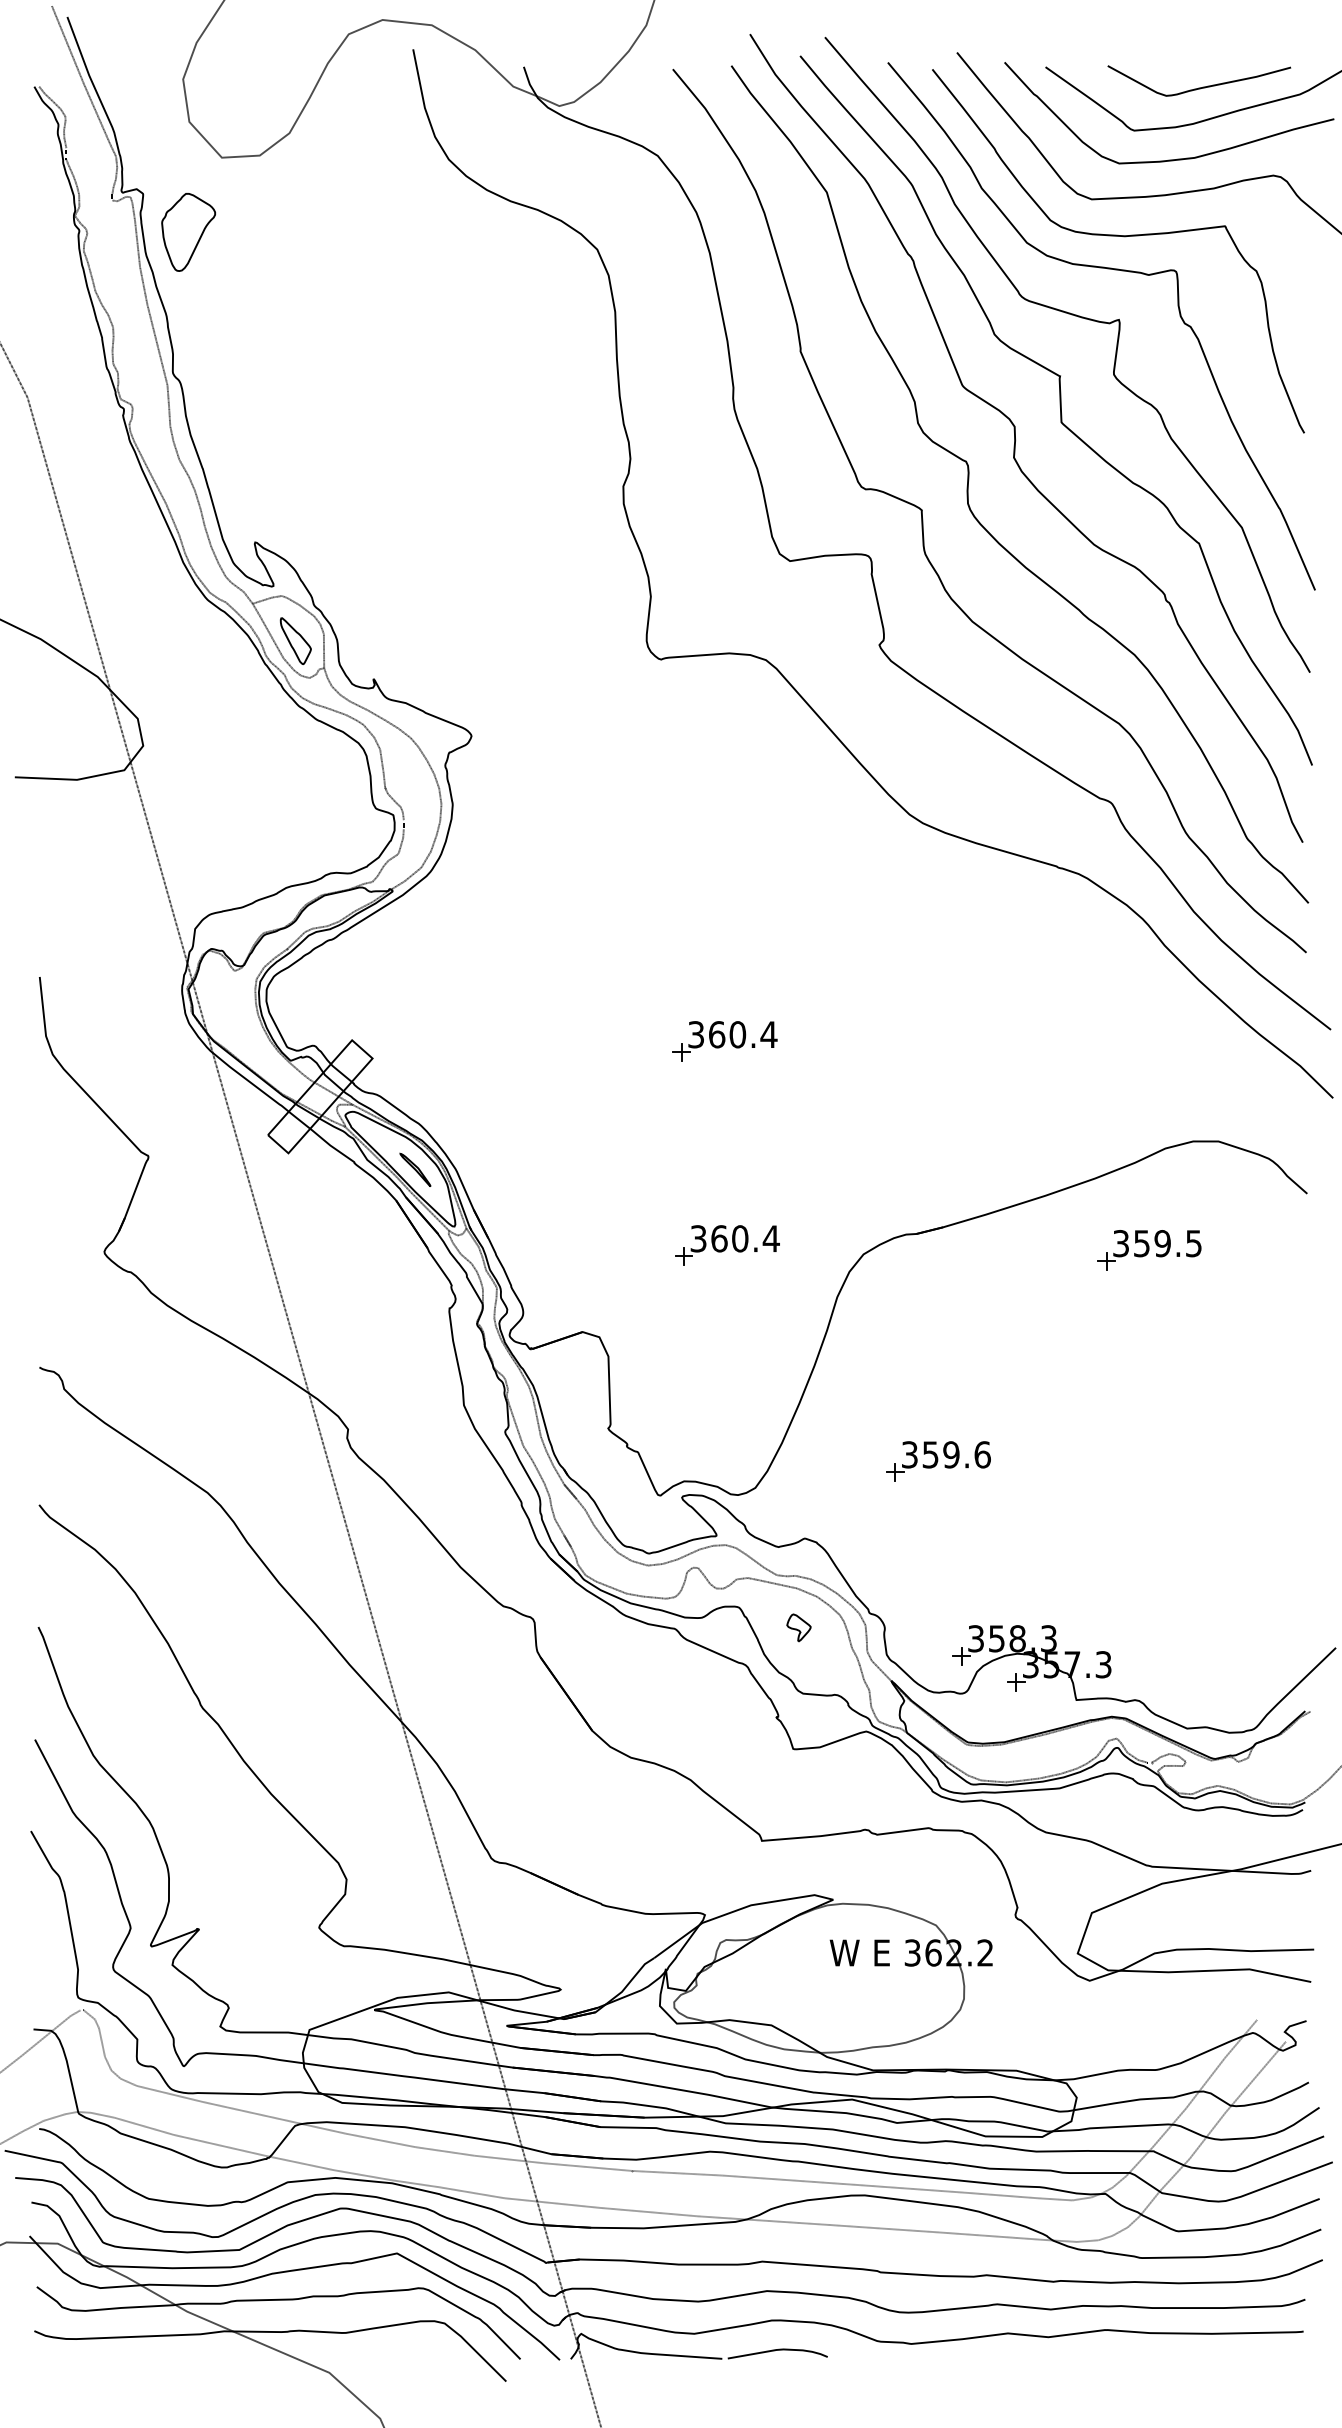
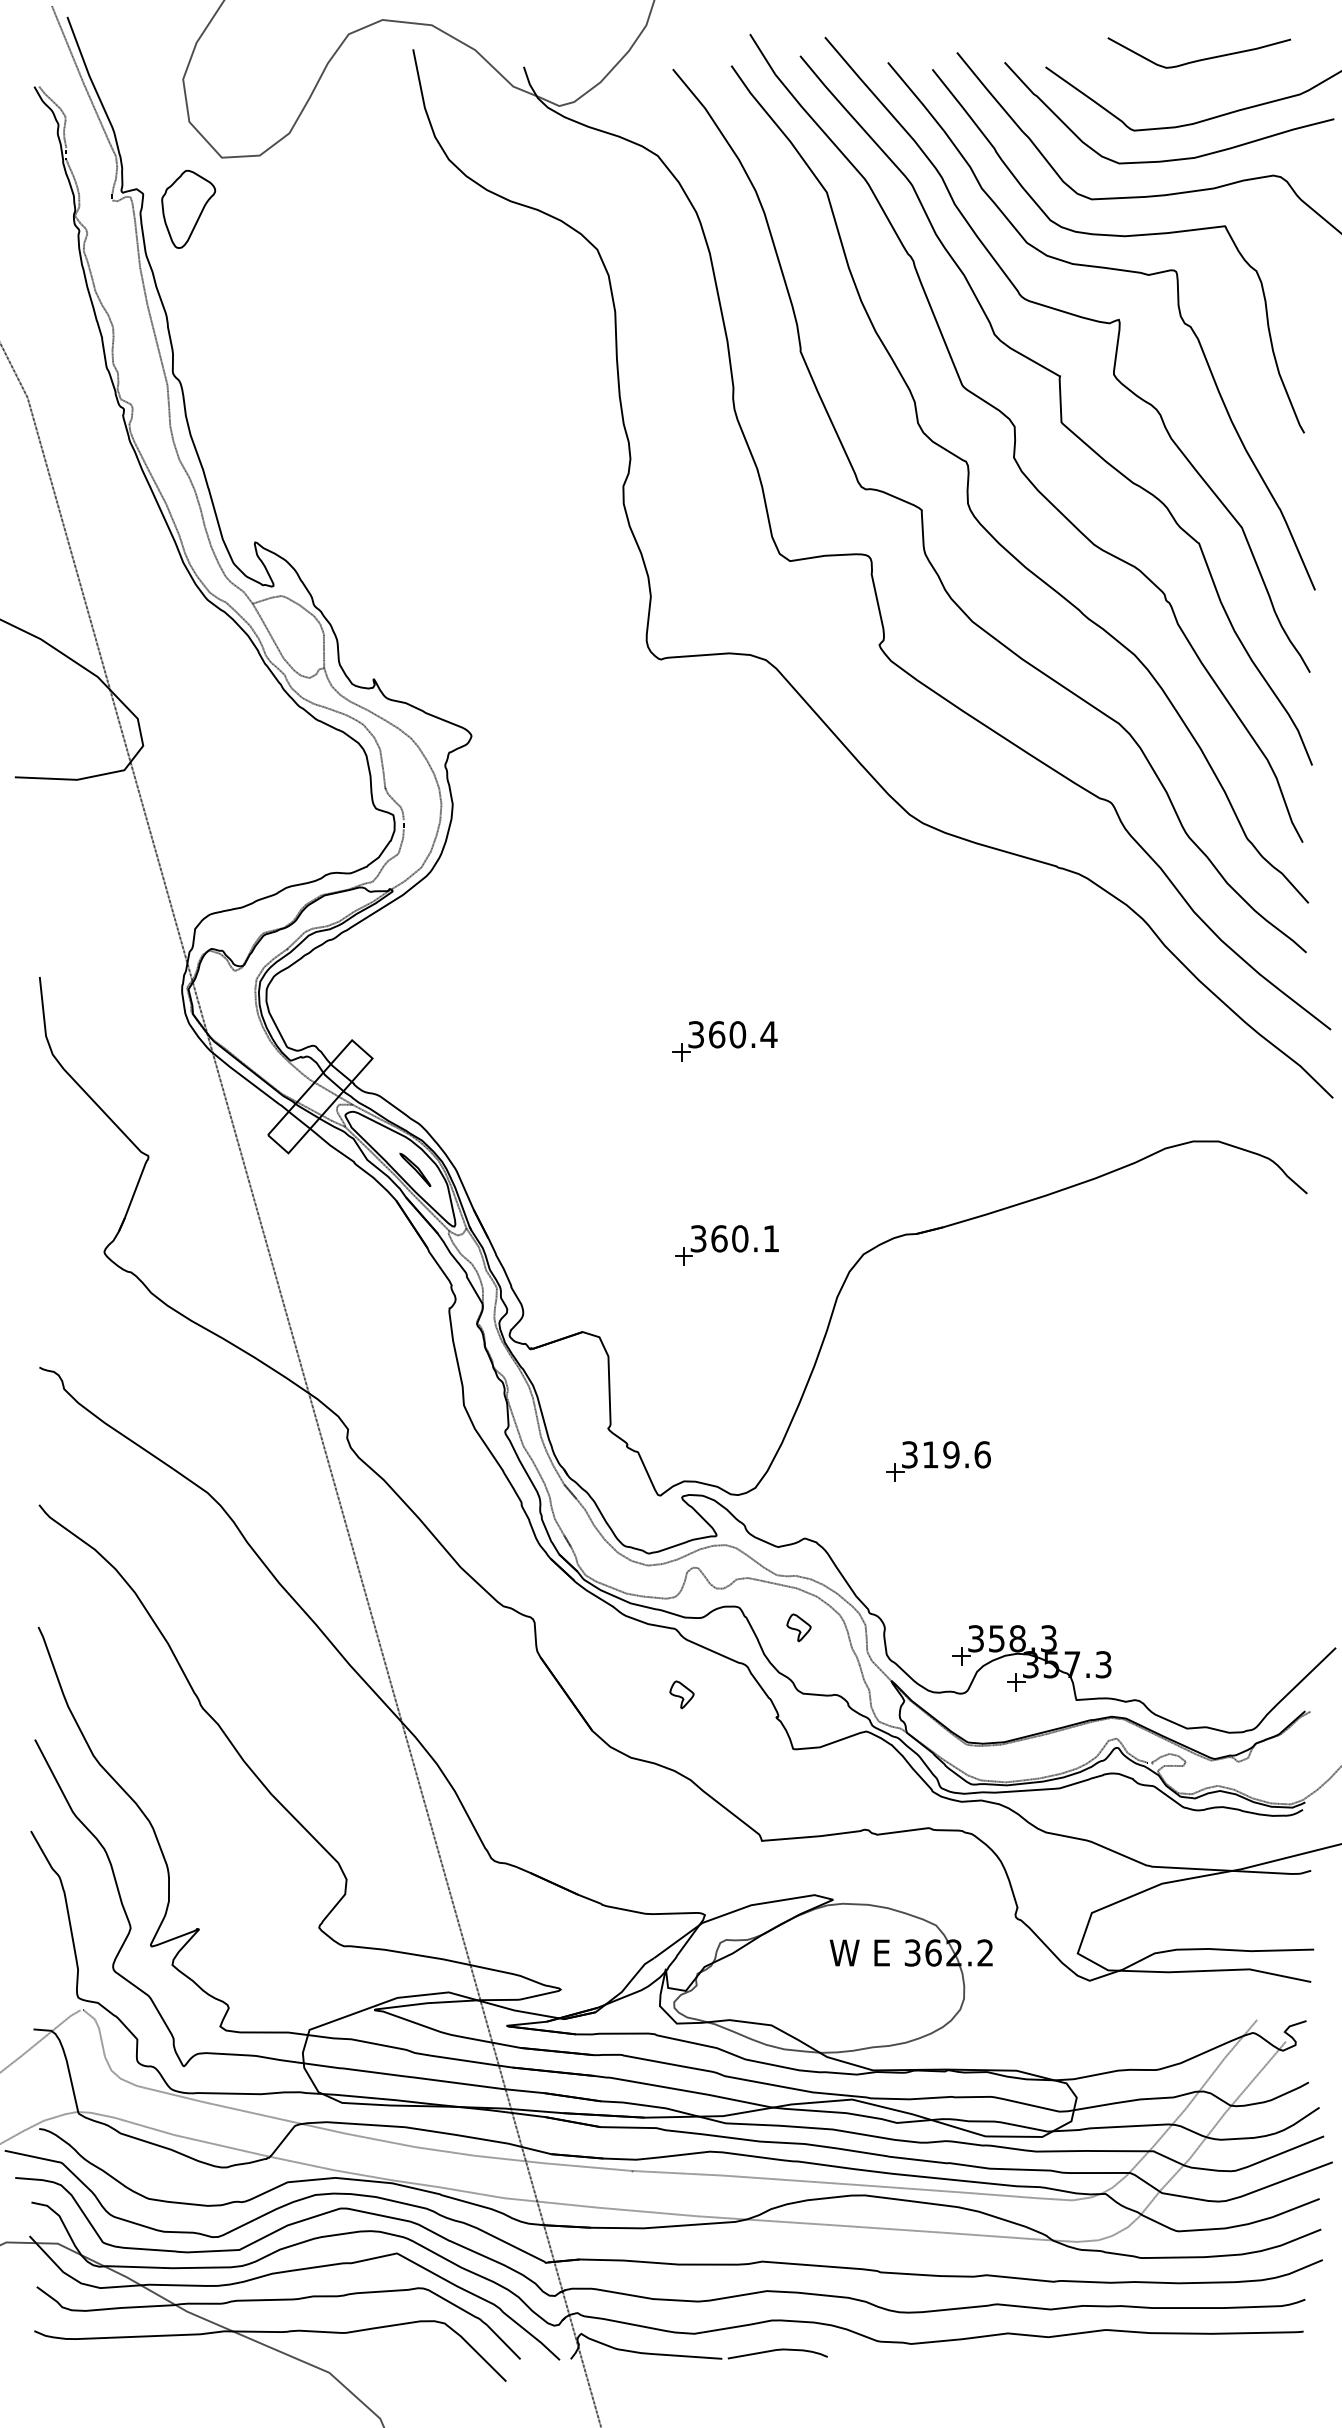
curve at (1202, 86) position: (1202, 86) -> (1202, 58)
part at (188, 232) position: (188, 232) -> (188, 209)
part at (295, 640): present -> none
text at (770, 1238): 360.4 -> 360.1
part at (1149, 1250): present -> none
text at (930, 1454): 359.6 -> 319.6
part at (681, 1694): none -> present
